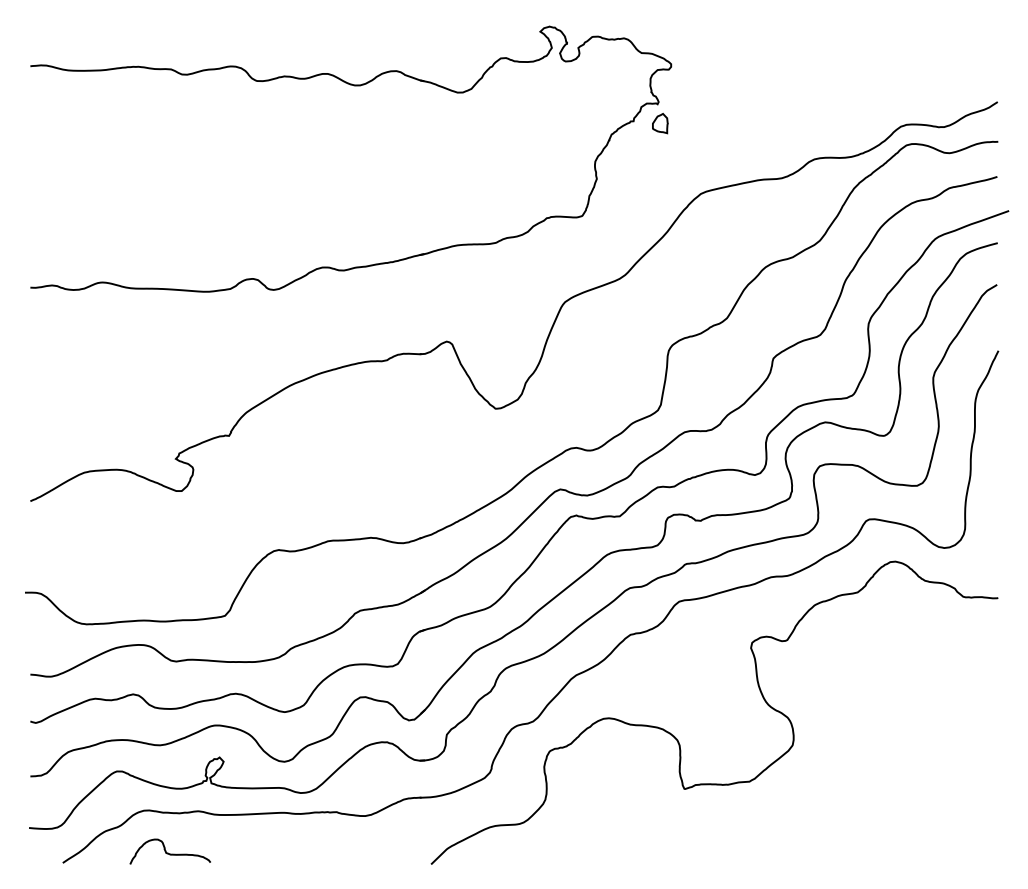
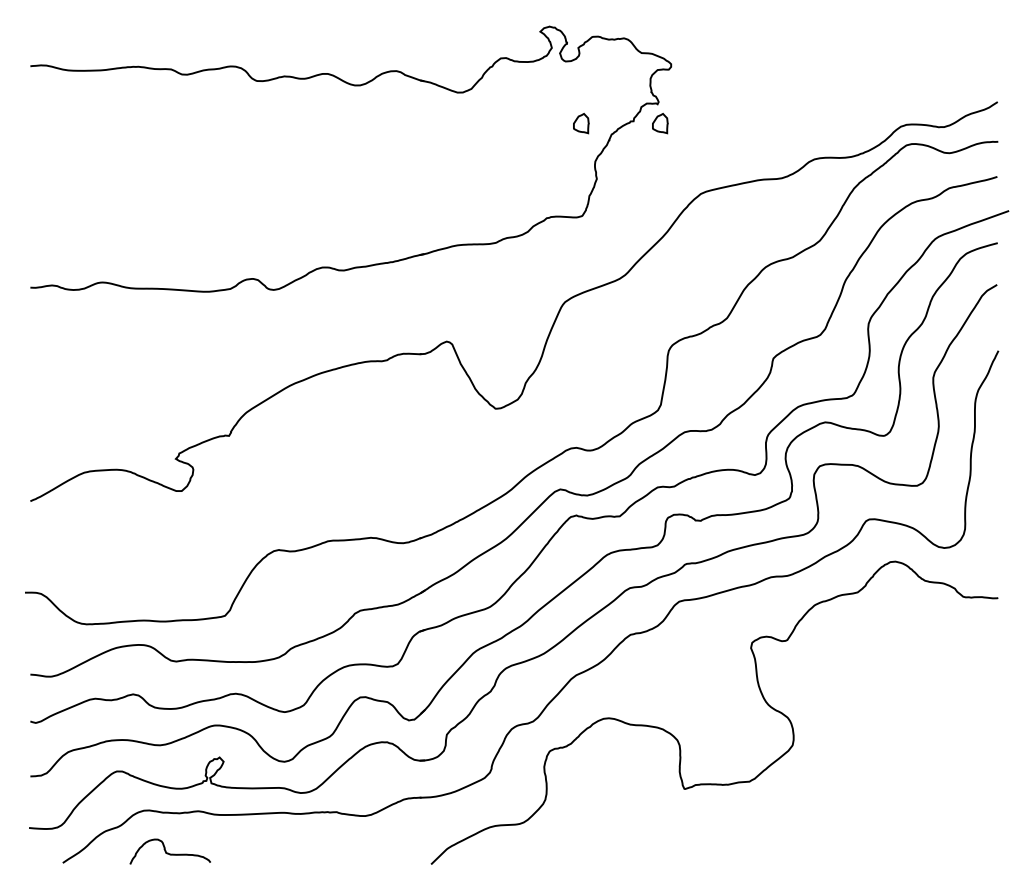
part at (581, 123): none -> present
